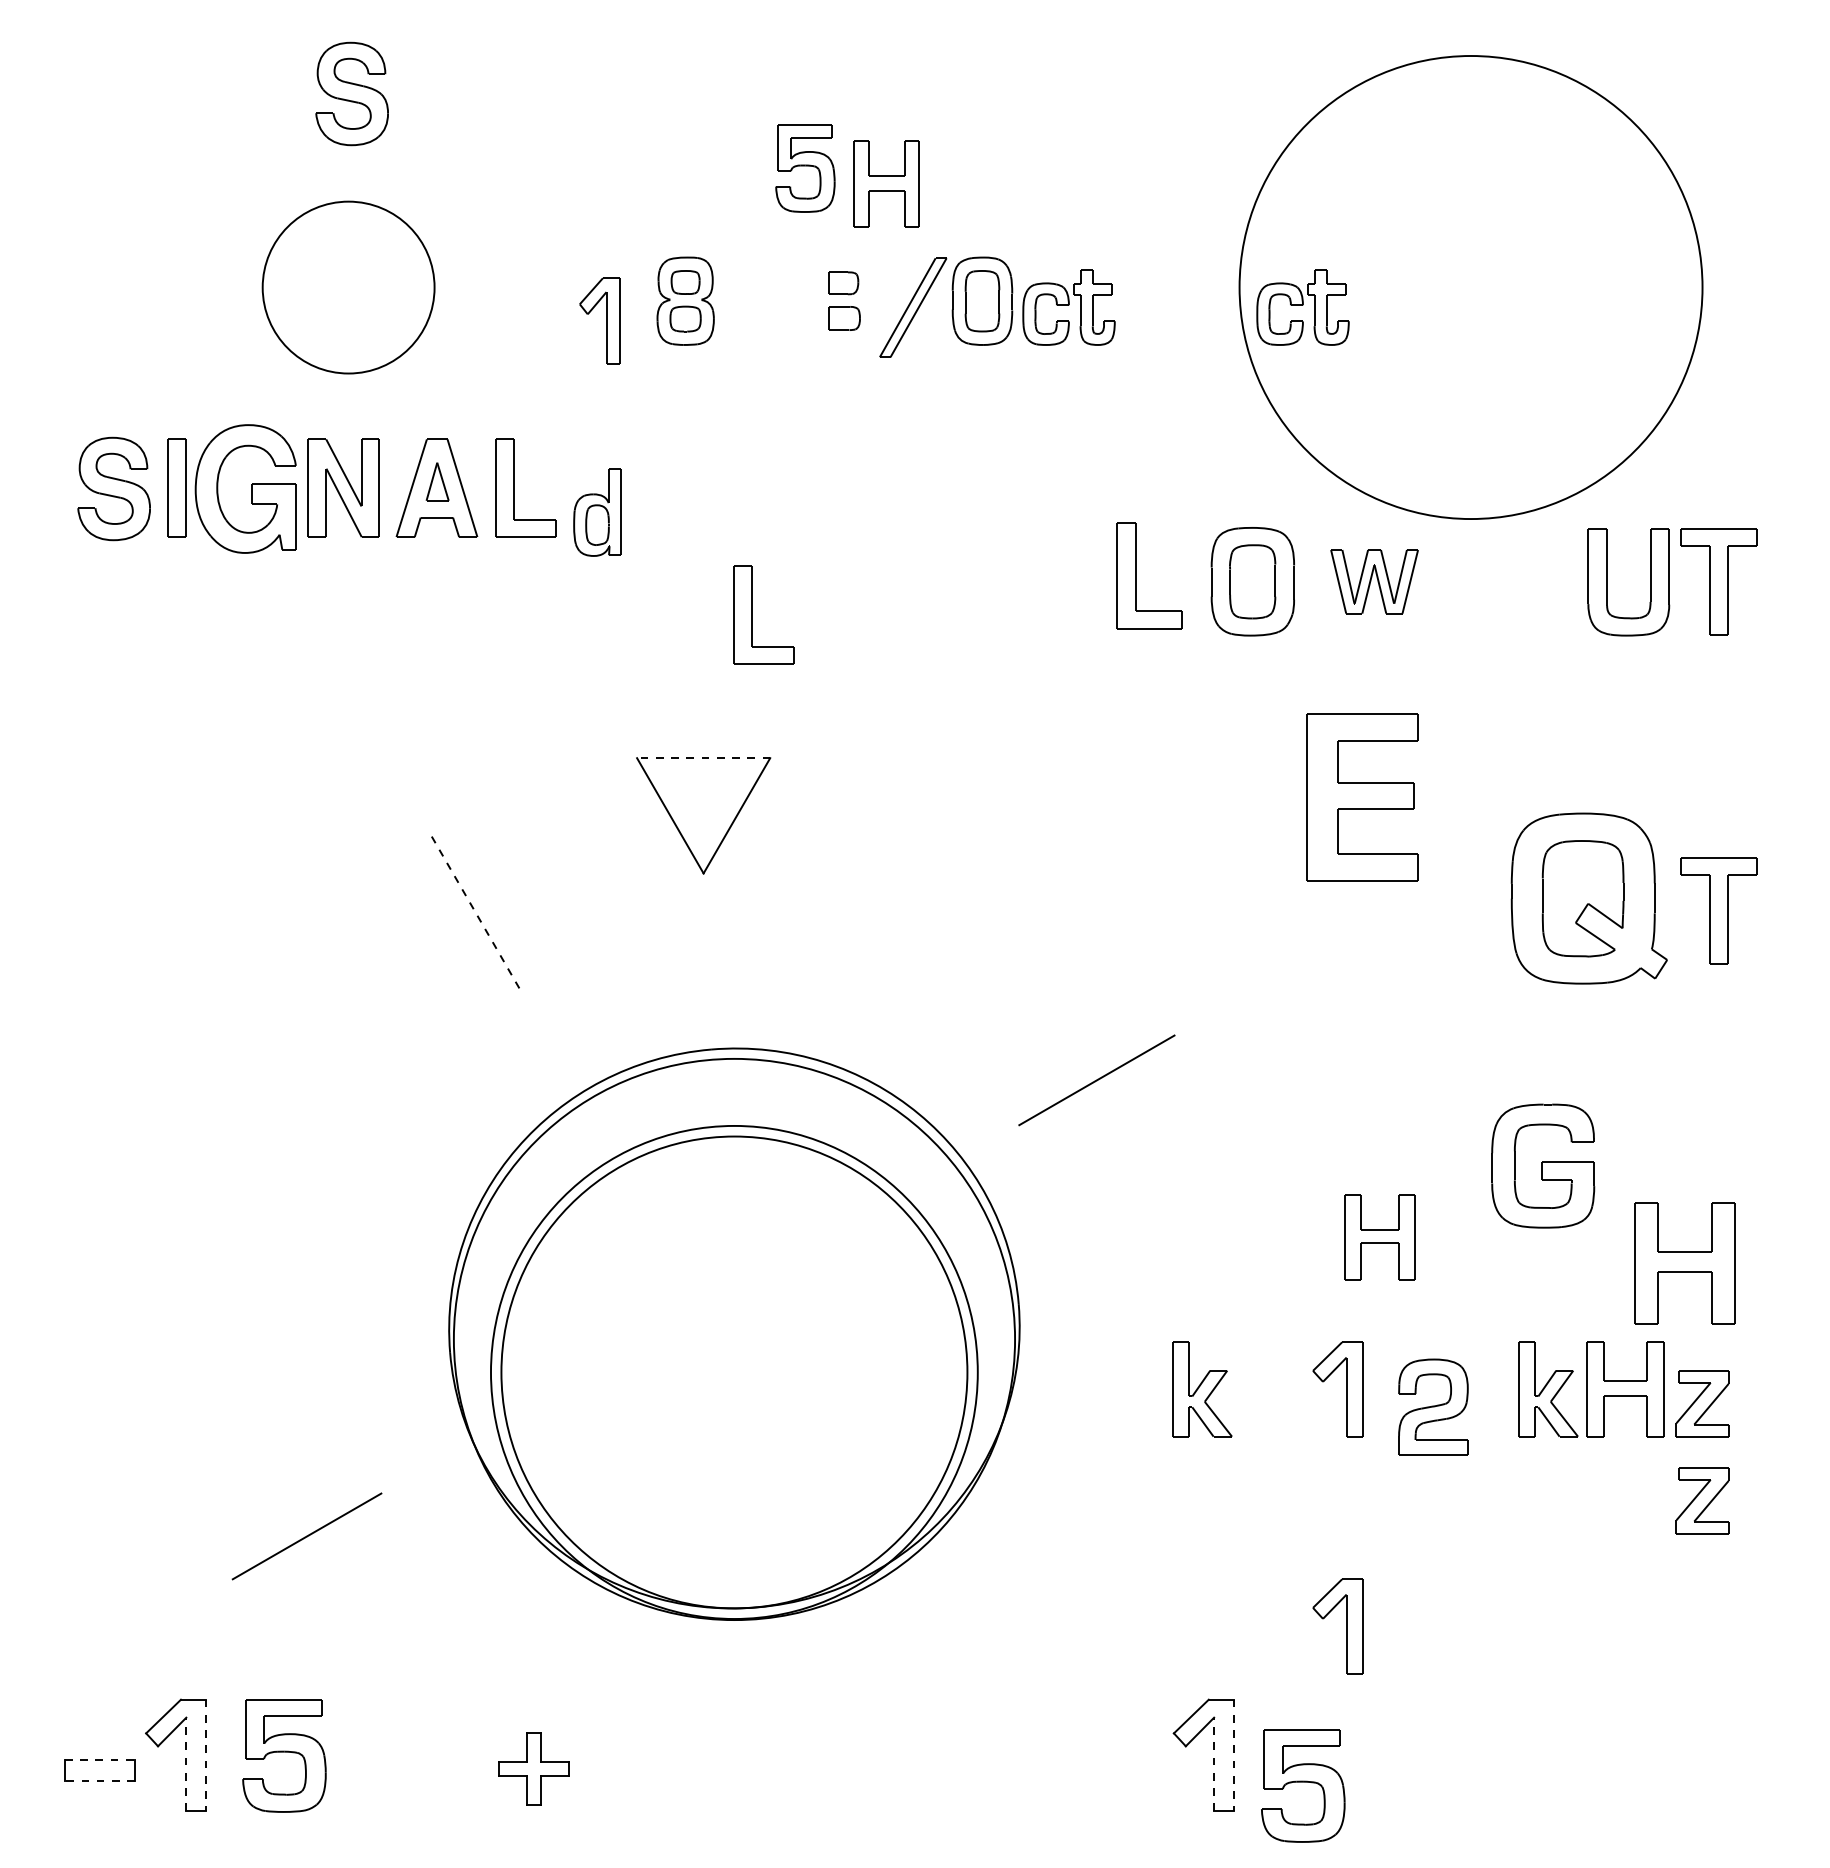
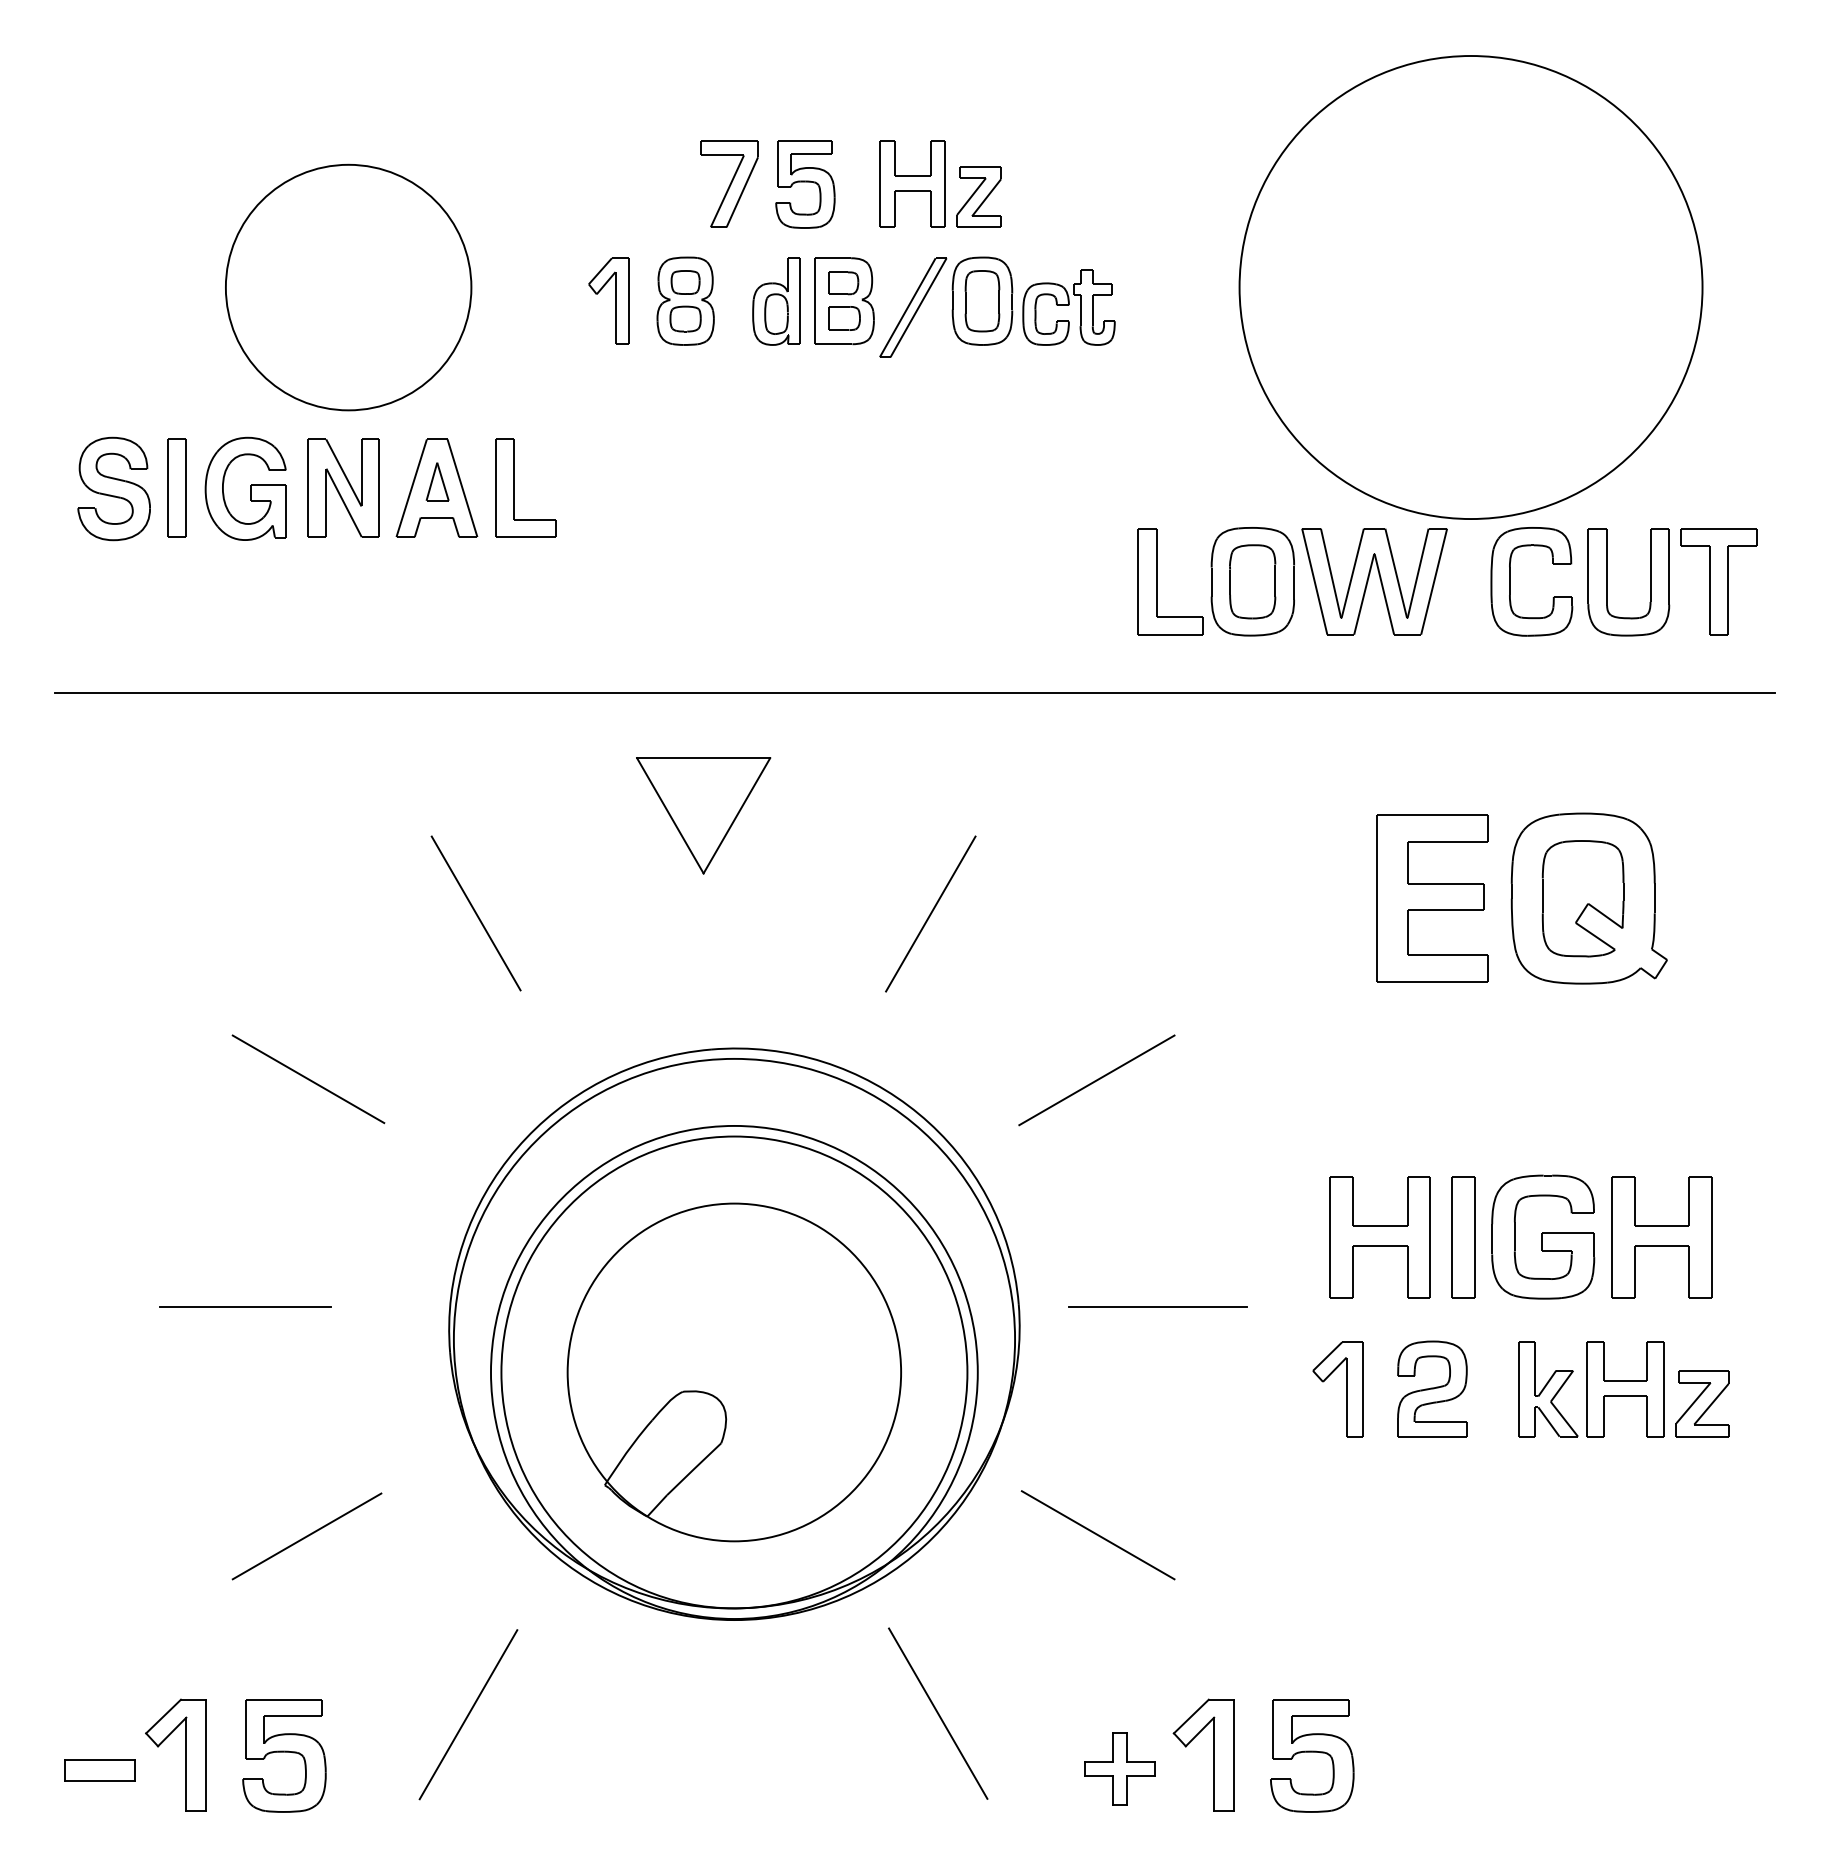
part at (351, 93): present -> none
part at (805, 168) position: (805, 168) -> (805, 184)
part at (729, 183): none -> present
part at (886, 183) position: (886, 183) -> (912, 183)
part at (978, 196): none -> present
circle at (348, 287) diameter: 172 px -> 246 px
part at (844, 301): none -> present
part at (1302, 307): present -> none
part at (606, 320) position: (606, 320) -> (615, 300)
part at (245, 488) size: 103x130 px -> 83x105 px
part at (597, 512) position: (597, 512) -> (776, 301)
part at (1136, 575) position: (1136, 575) -> (1157, 581)
part at (1374, 581) size: 89x66 px -> 147x108 px
part at (1510, 581): none -> present
part at (752, 614): present -> none
line at (914, 692): none -> present
line at (703, 758): dashed -> solid
part at (1362, 797) position: (1362, 797) -> (1432, 898)
part at (1718, 910): present -> none
line at (476, 913): dashed -> solid
line at (930, 913): none -> present
line at (308, 1079): none -> present
part at (1543, 1165) position: (1543, 1165) -> (1543, 1236)
part at (1379, 1237) size: 72x87 px -> 102x123 px
part at (1463, 1237): none -> present
part at (1684, 1263) position: (1684, 1263) -> (1661, 1237)
line at (245, 1307): none -> present
line at (1157, 1307): none -> present
part at (733, 1372): none -> present
part at (1202, 1389): present -> none
part at (1433, 1406) position: (1433, 1406) -> (1432, 1388)
part at (1702, 1500): present -> none
line at (1097, 1535): none -> present
part at (1346, 1626): present -> none
line at (938, 1713): none -> present
line at (468, 1714): none -> present
line at (206, 1755): dashed -> solid
line at (1234, 1755): dashed -> solid
line at (99, 1759): dashed -> solid
line at (186, 1764): dashed -> solid
line at (1214, 1764): dashed -> solid
part at (533, 1768) position: (533, 1768) -> (1119, 1768)
line at (99, 1780): dashed -> solid
part at (1303, 1785) position: (1303, 1785) -> (1312, 1755)
